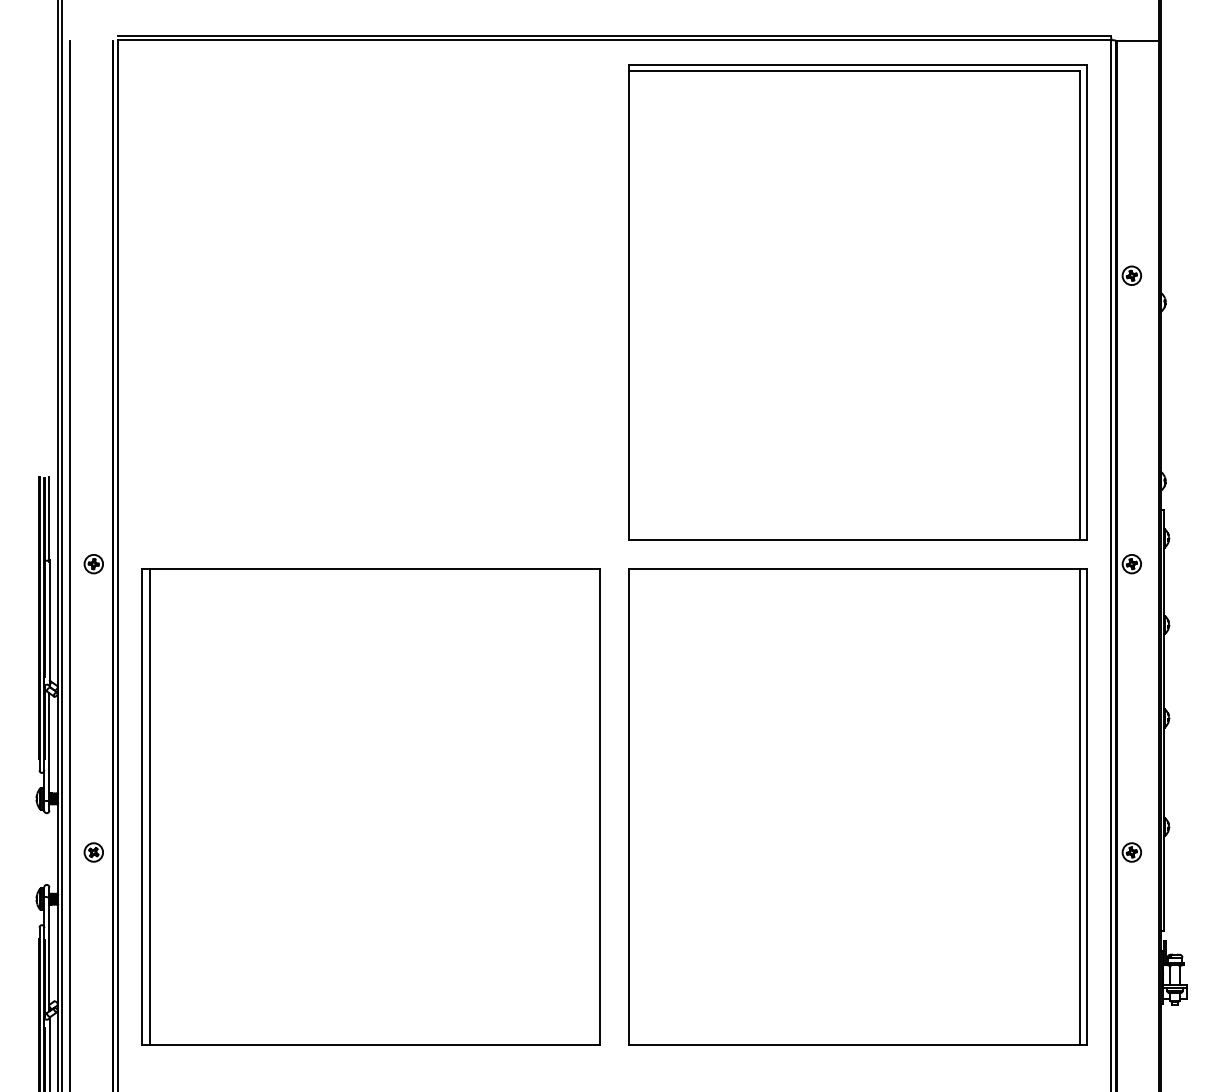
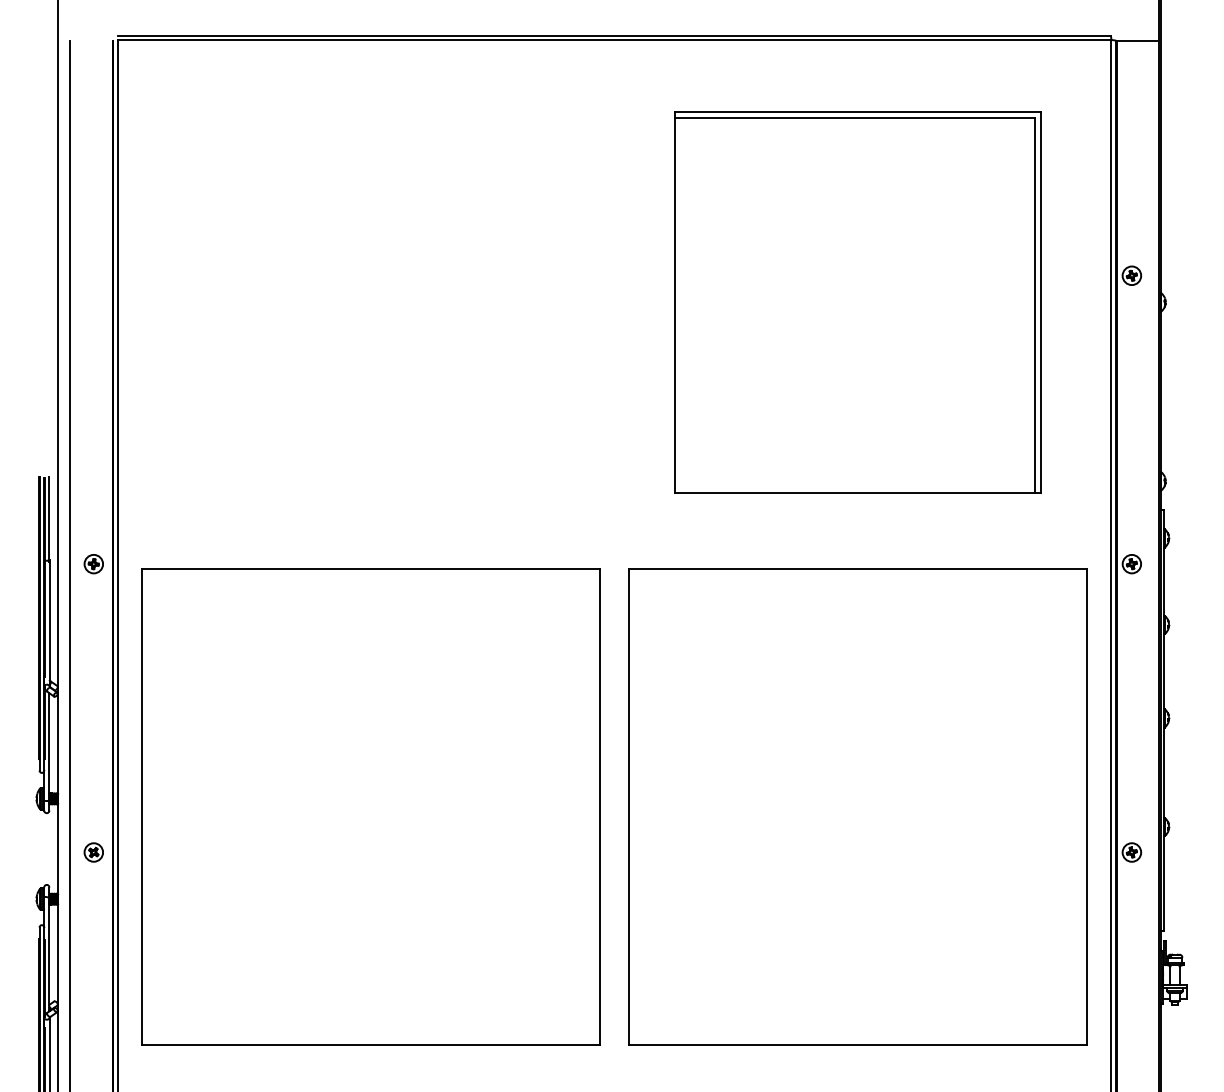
part at (857, 302) size: 460x477 px -> 368x383 px
line at (62, 545): present -> none
line at (149, 806): present -> none
line at (1079, 806): present -> none
